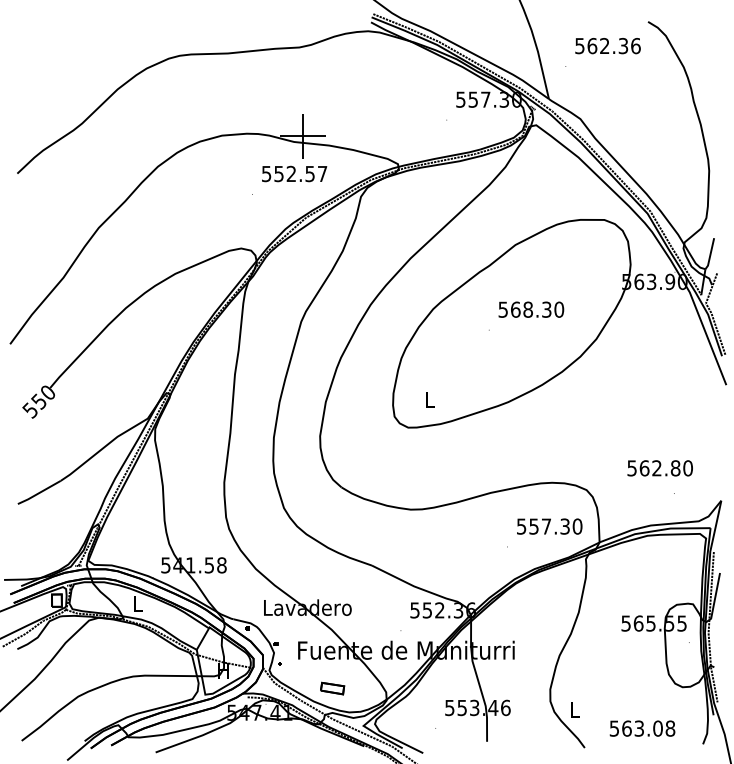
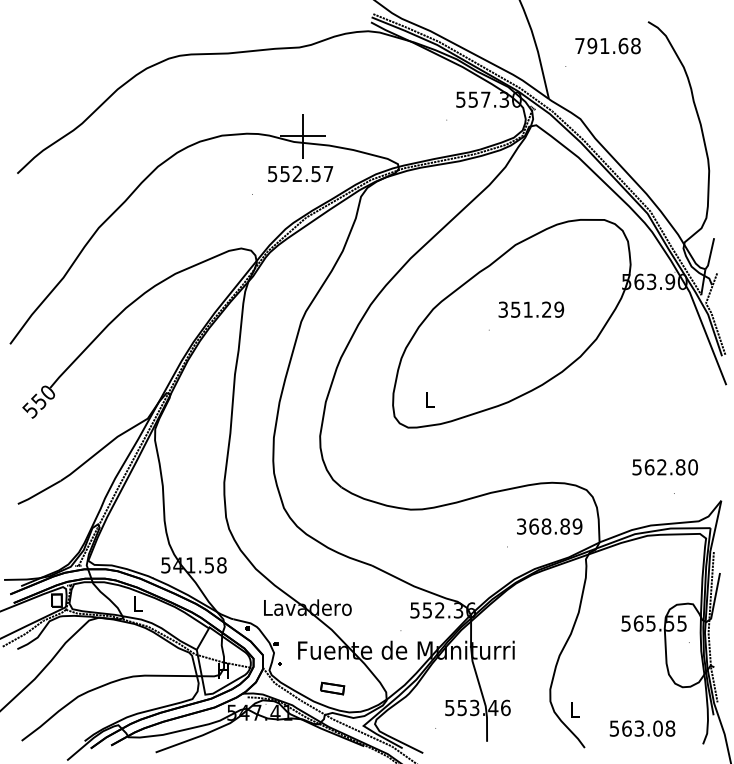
text at (607, 45): 562.36 -> 791.68
text at (294, 173) position: (294, 173) -> (300, 173)
text at (531, 309): 568.30 -> 351.29
text at (659, 468) position: (659, 468) -> (664, 467)
text at (549, 526): 557.30 -> 368.89
